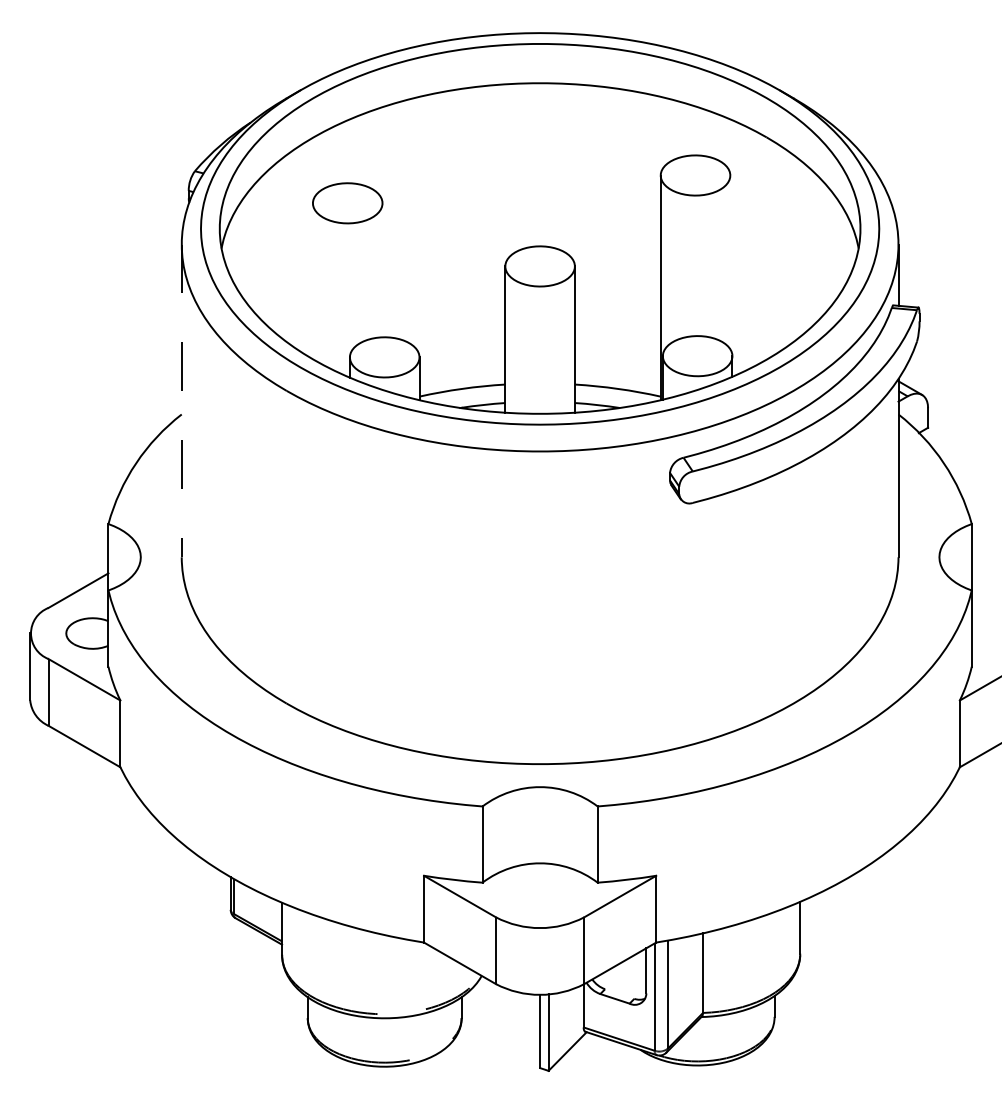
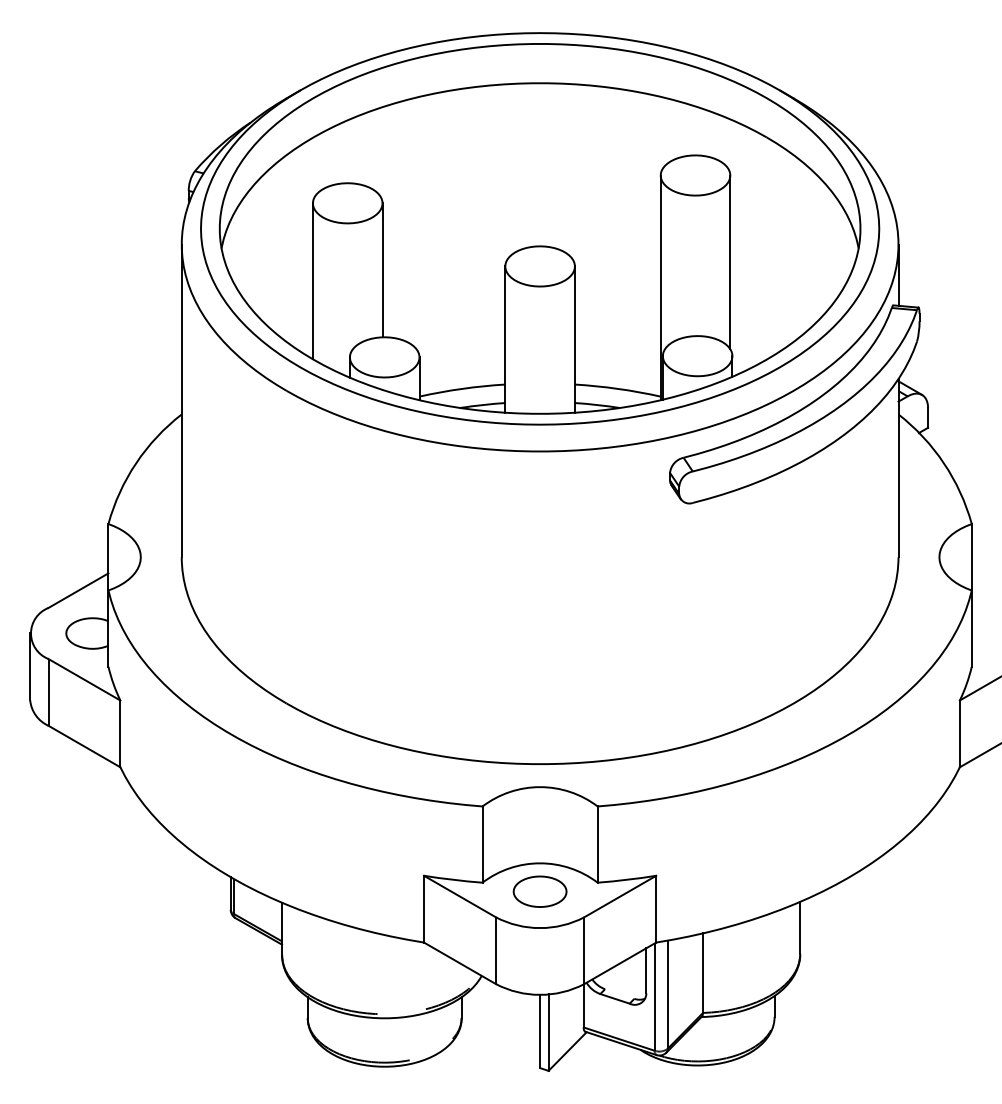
line at (730, 262): none -> present
line at (382, 270): none -> present
line at (312, 281): none -> present
line at (181, 401): dashed -> solid
part at (539, 891): none -> present
